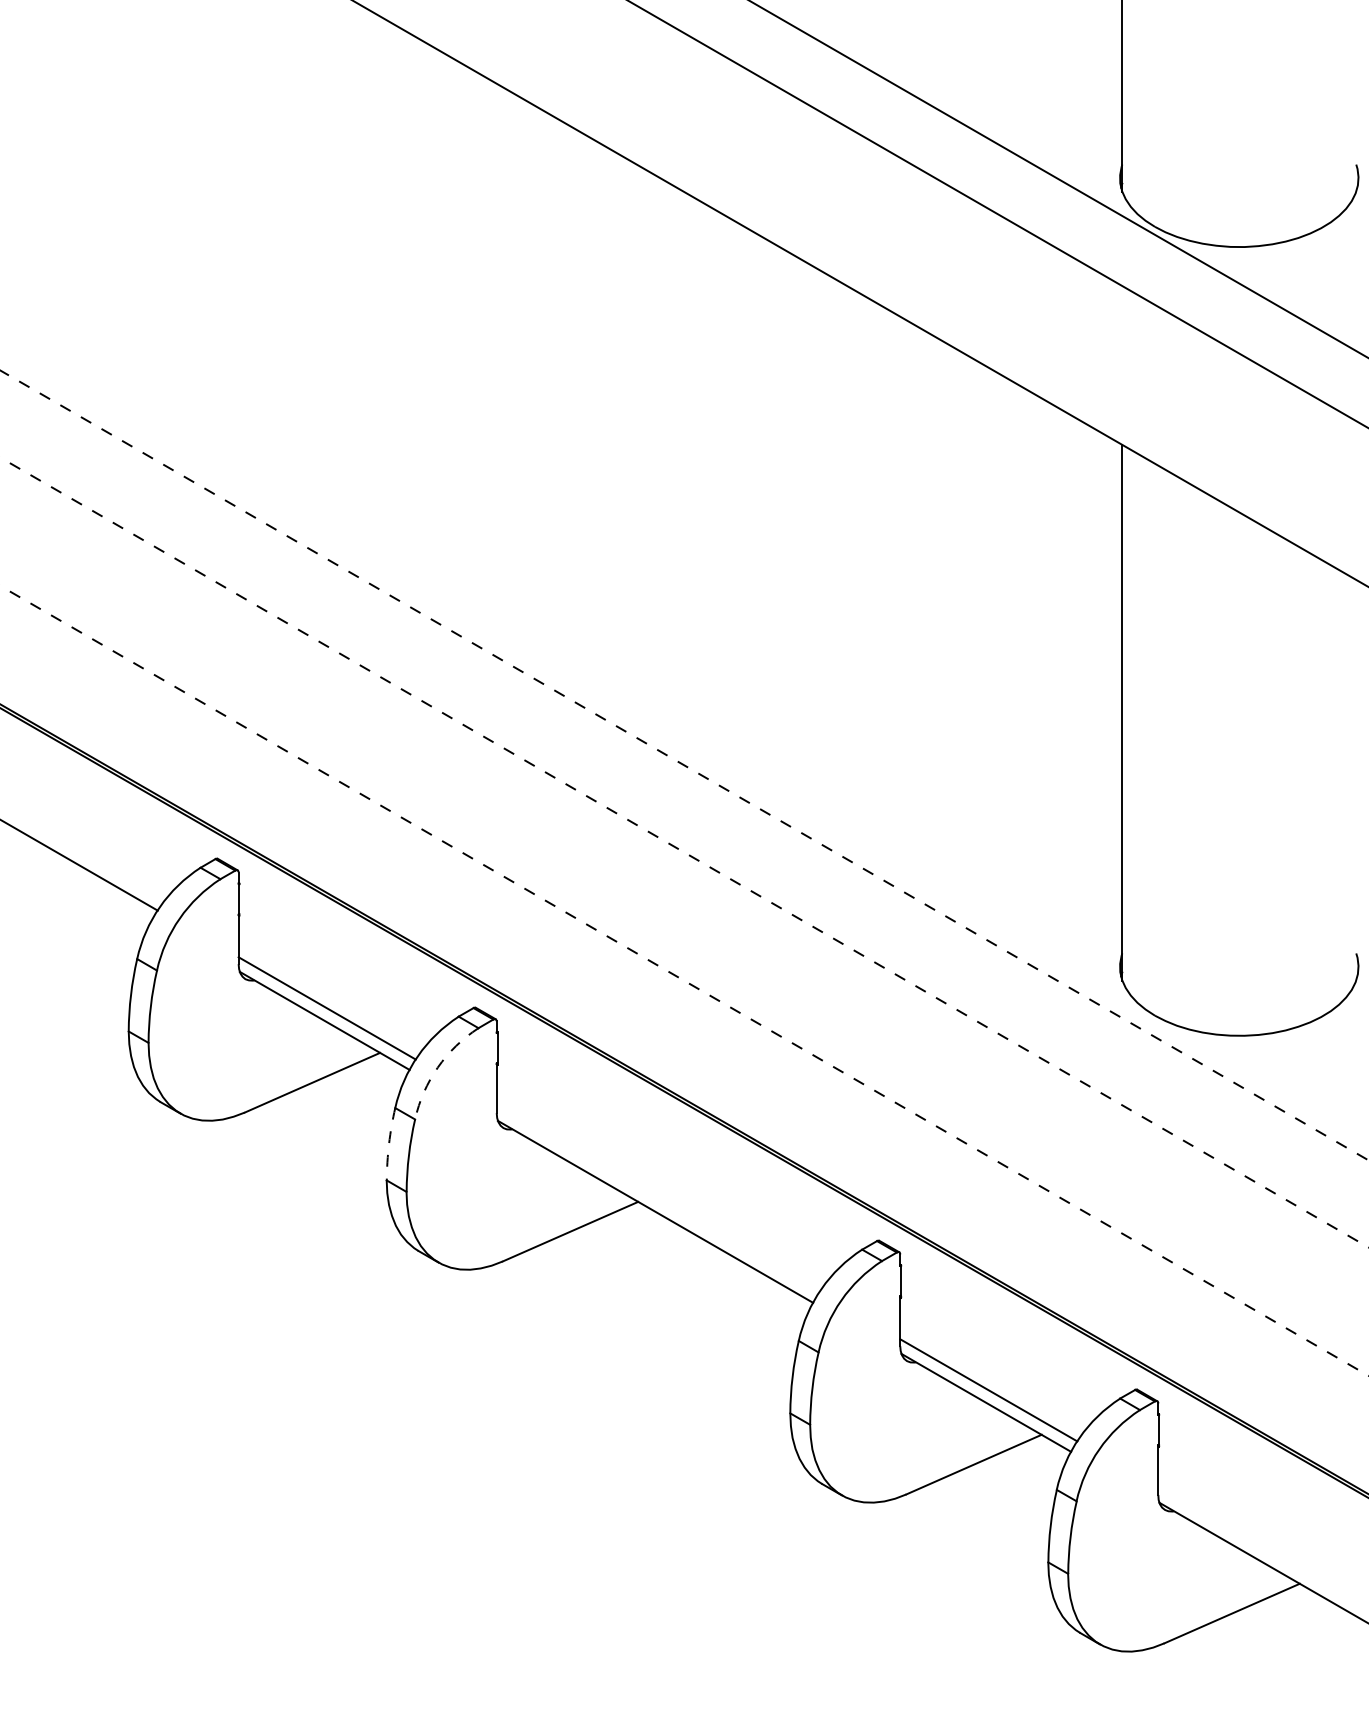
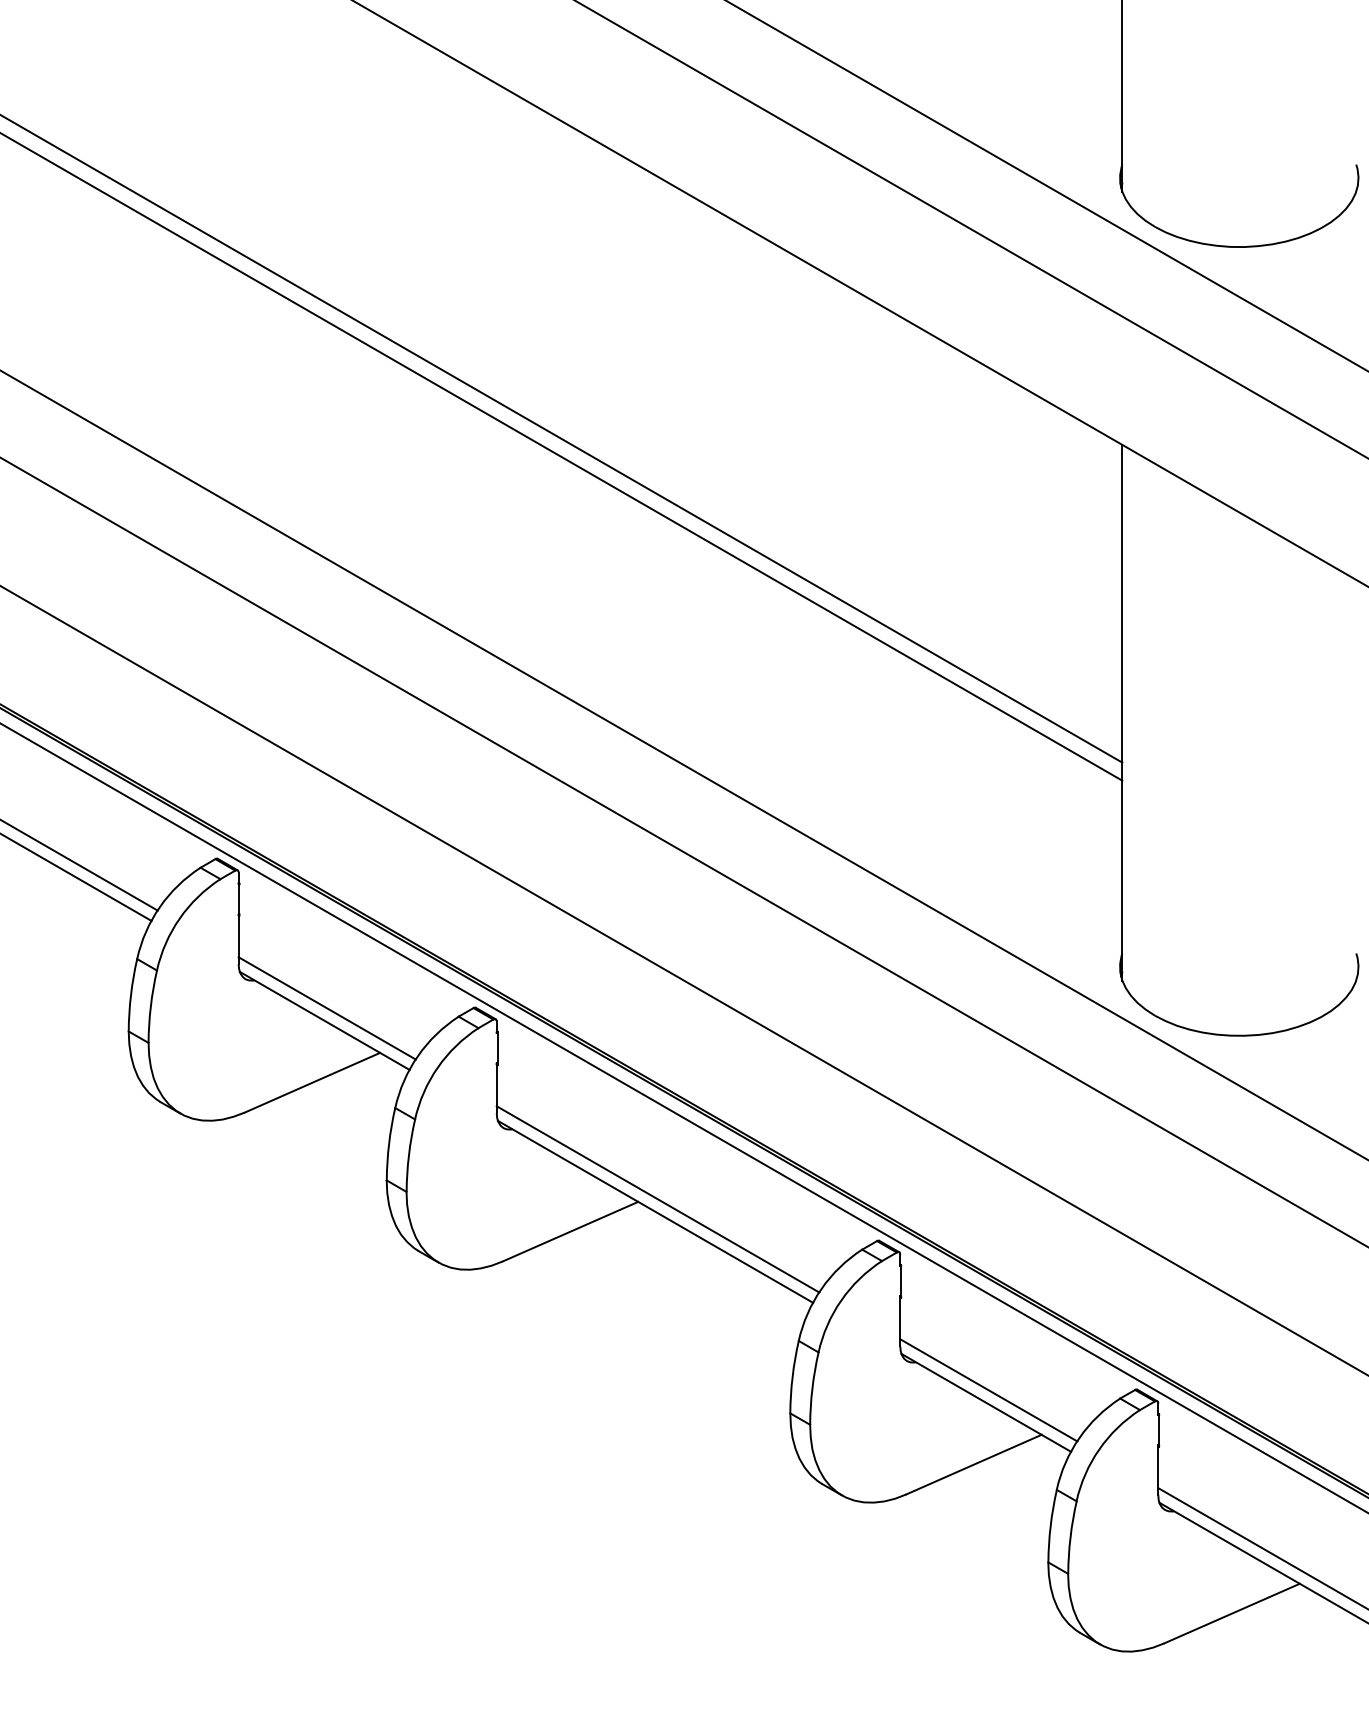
line at (1058, 179) position: (1058, 179) -> (1047, 185)
line at (997, 214) position: (997, 214) -> (971, 229)
line at (562, 439): none -> present
line at (562, 457): none -> present
line at (684, 765): dashed -> solid
line at (684, 852): dashed -> solid
line at (76, 877): none -> present
line at (684, 980): dashed -> solid
arc at (437, 1067): dashed -> solid
line at (683, 1117): none -> present
arc at (389, 1143): dashed -> solid
line at (657, 1199): none -> present
line at (1261, 1547): none -> present
